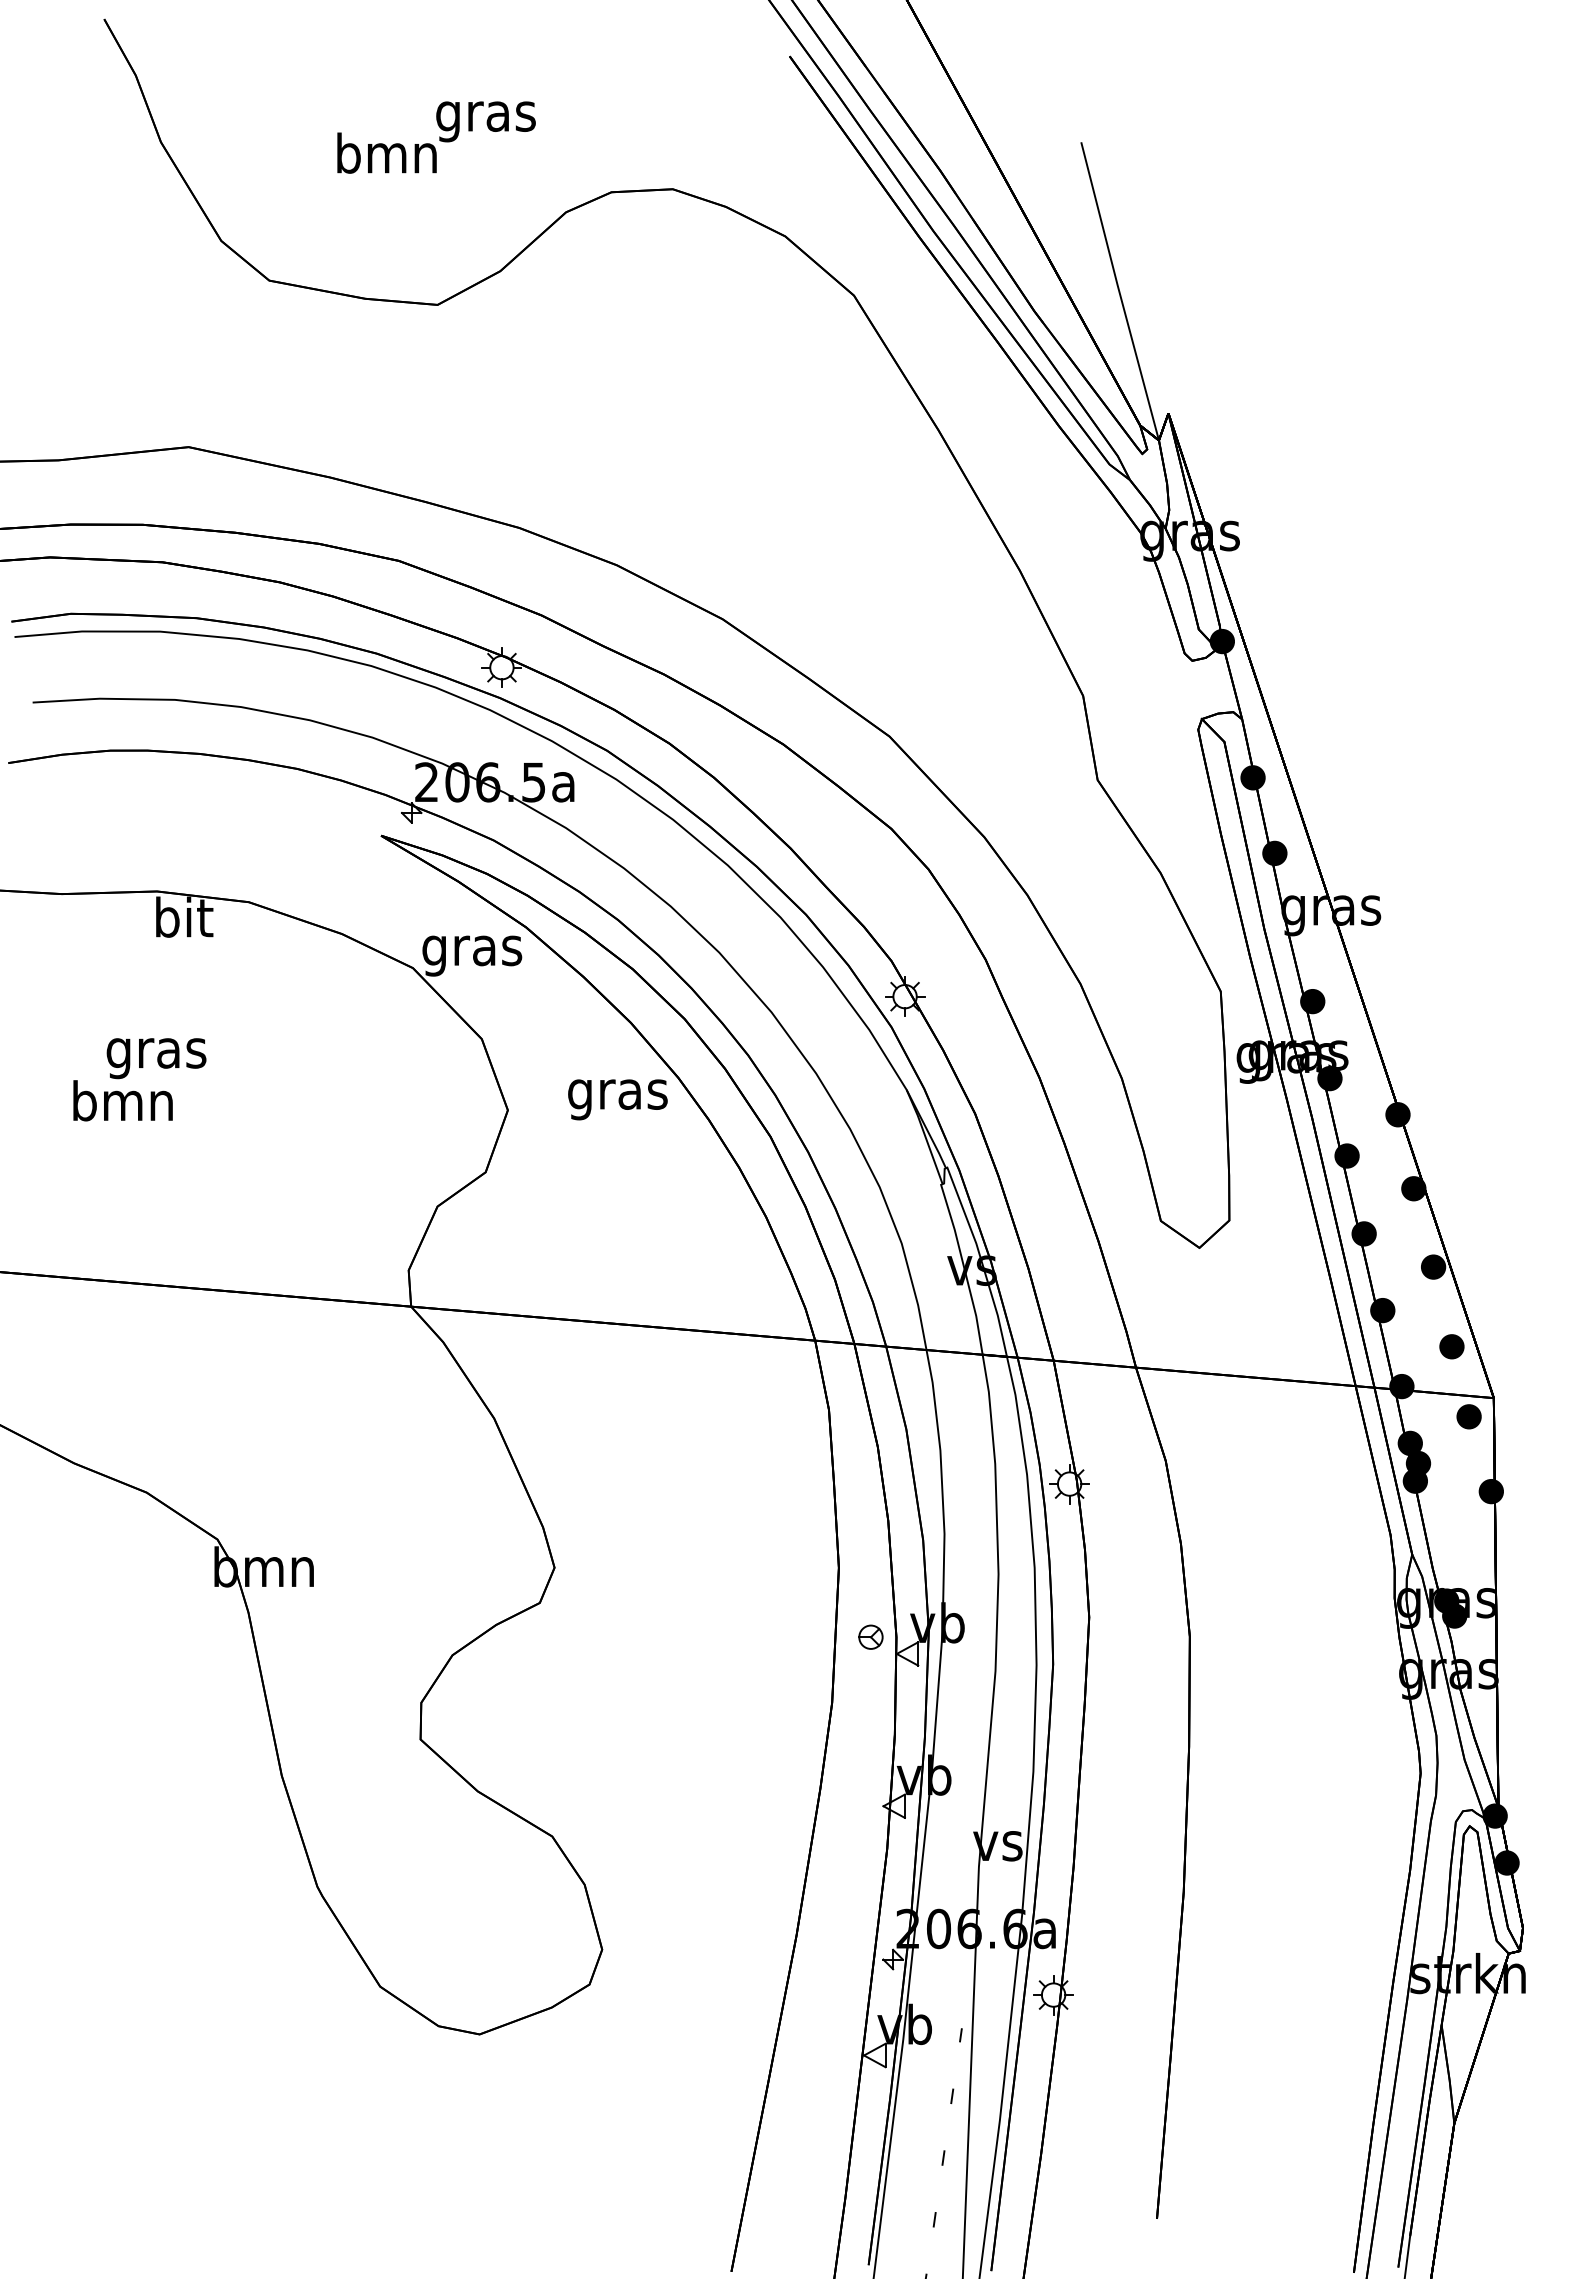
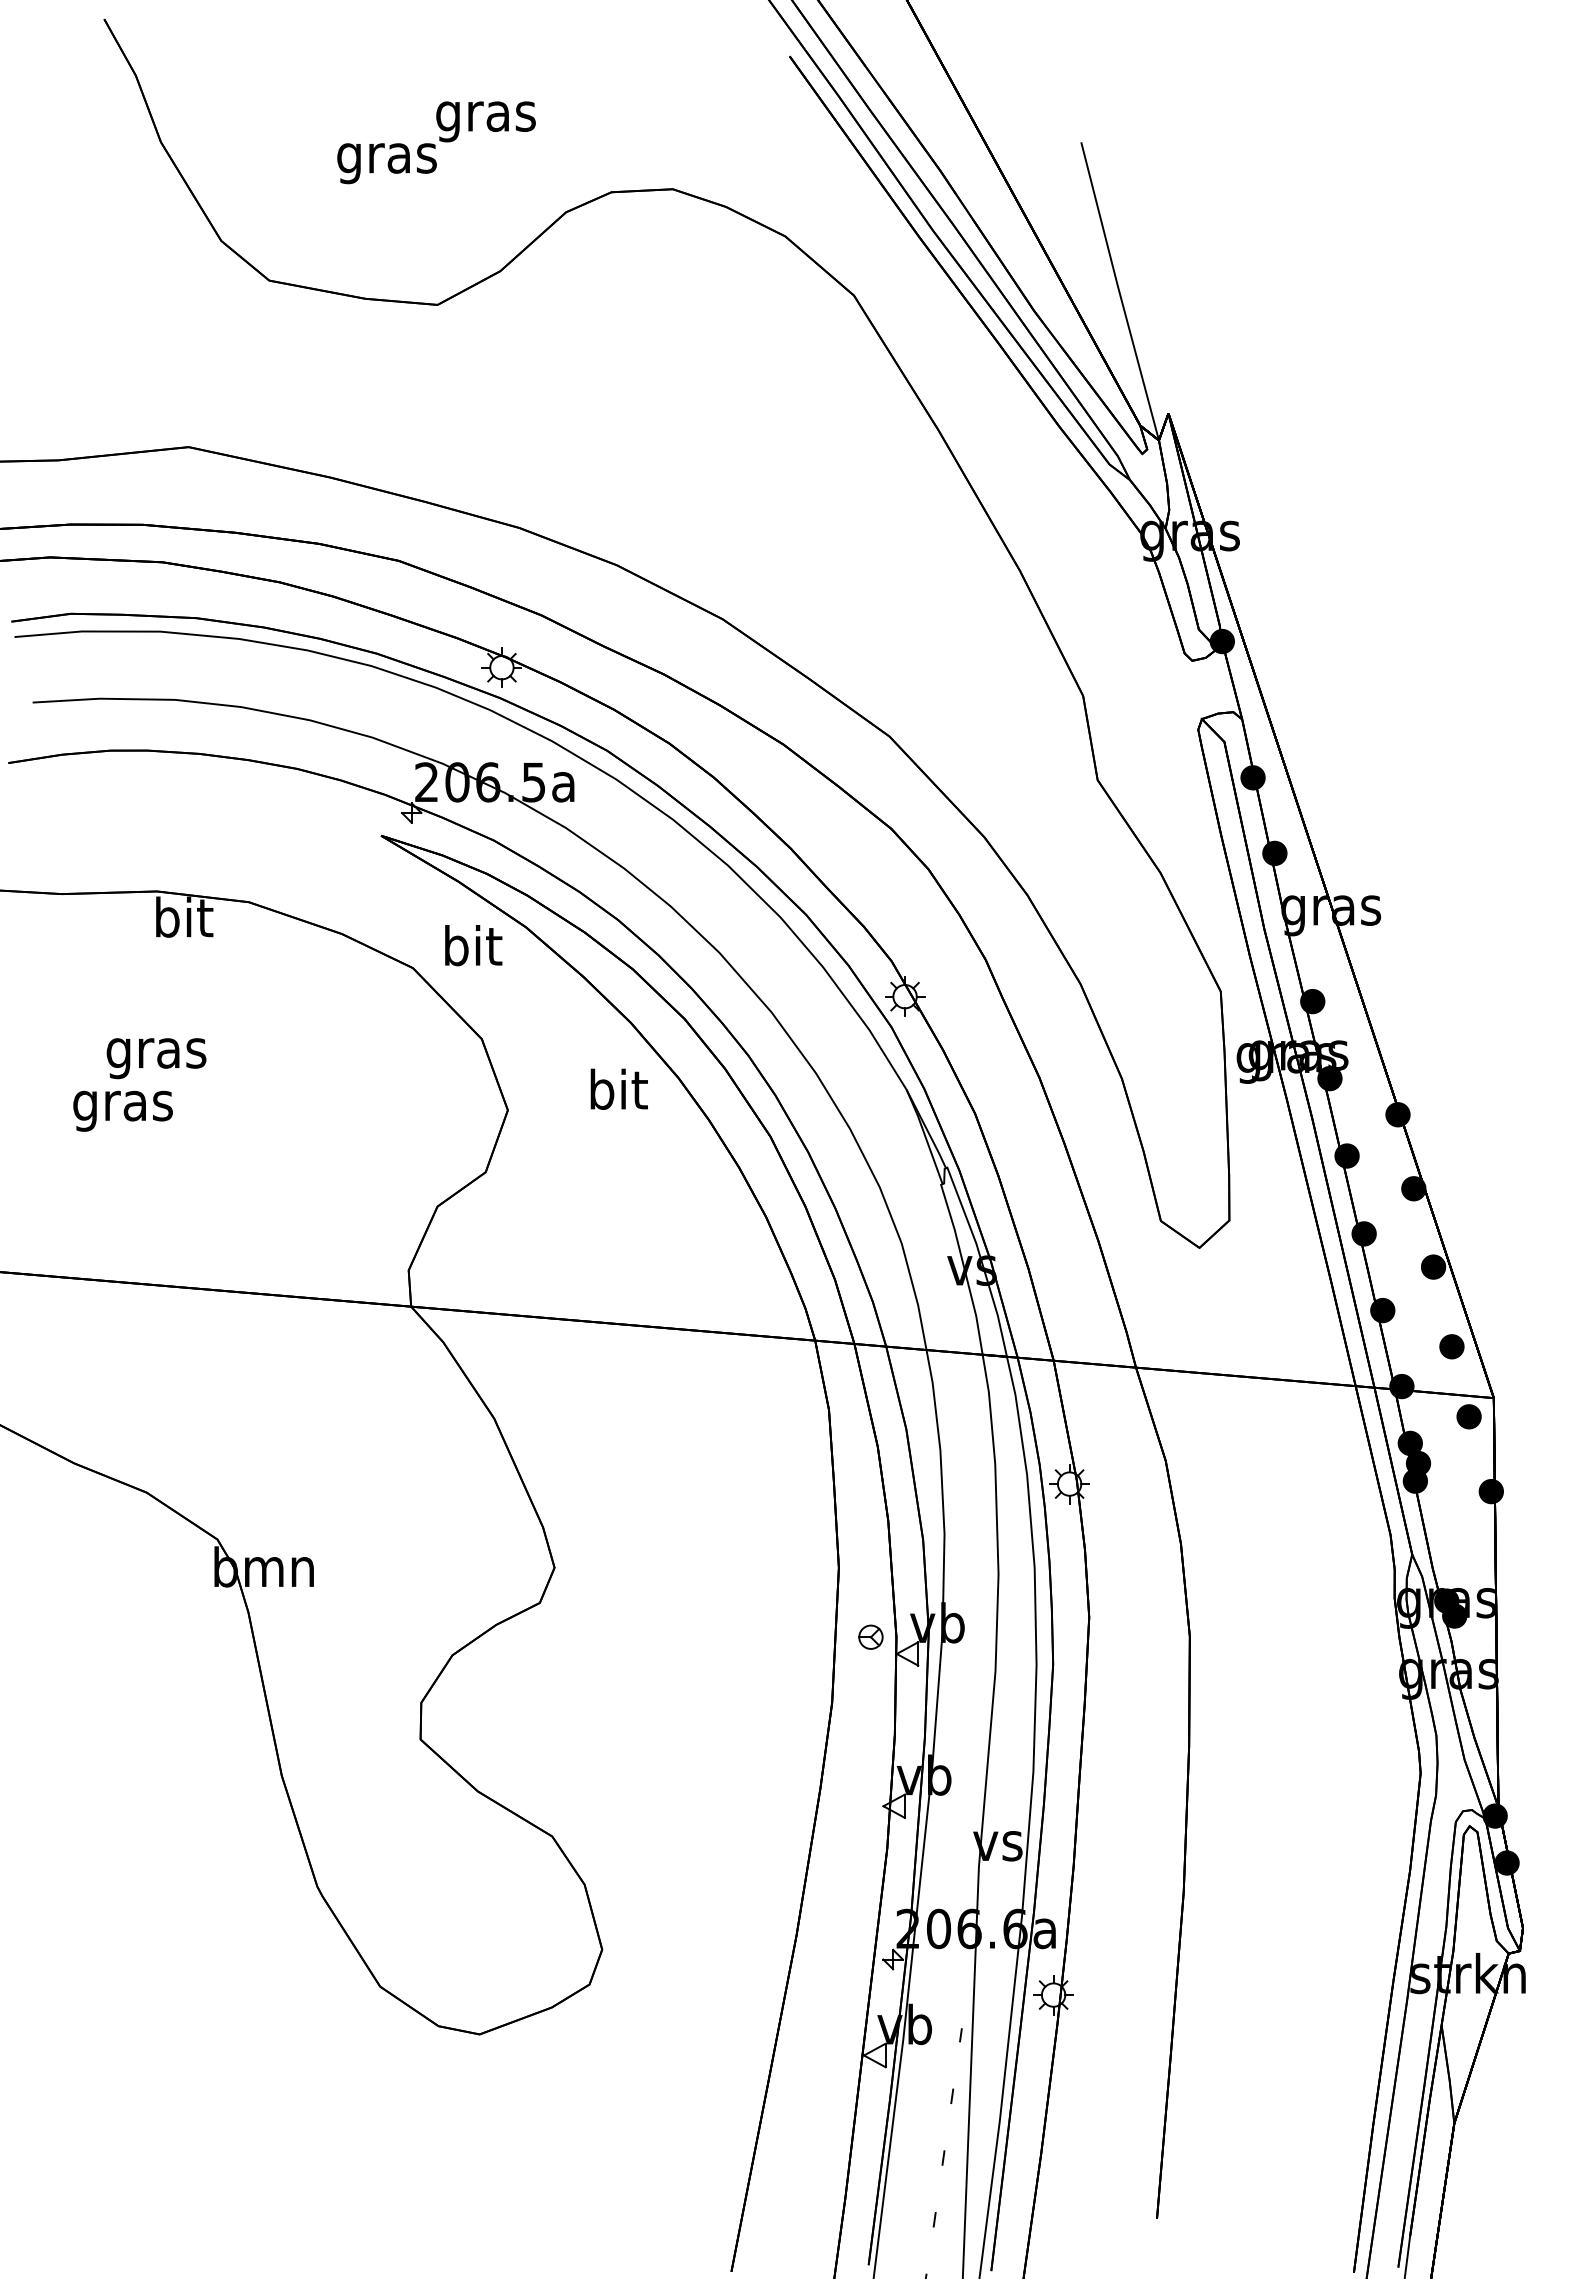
text at (386, 158): bmn -> gras
text at (472, 950): gras -> bit
text at (617, 1094): gras -> bit
text at (122, 1105): bmn -> gras
